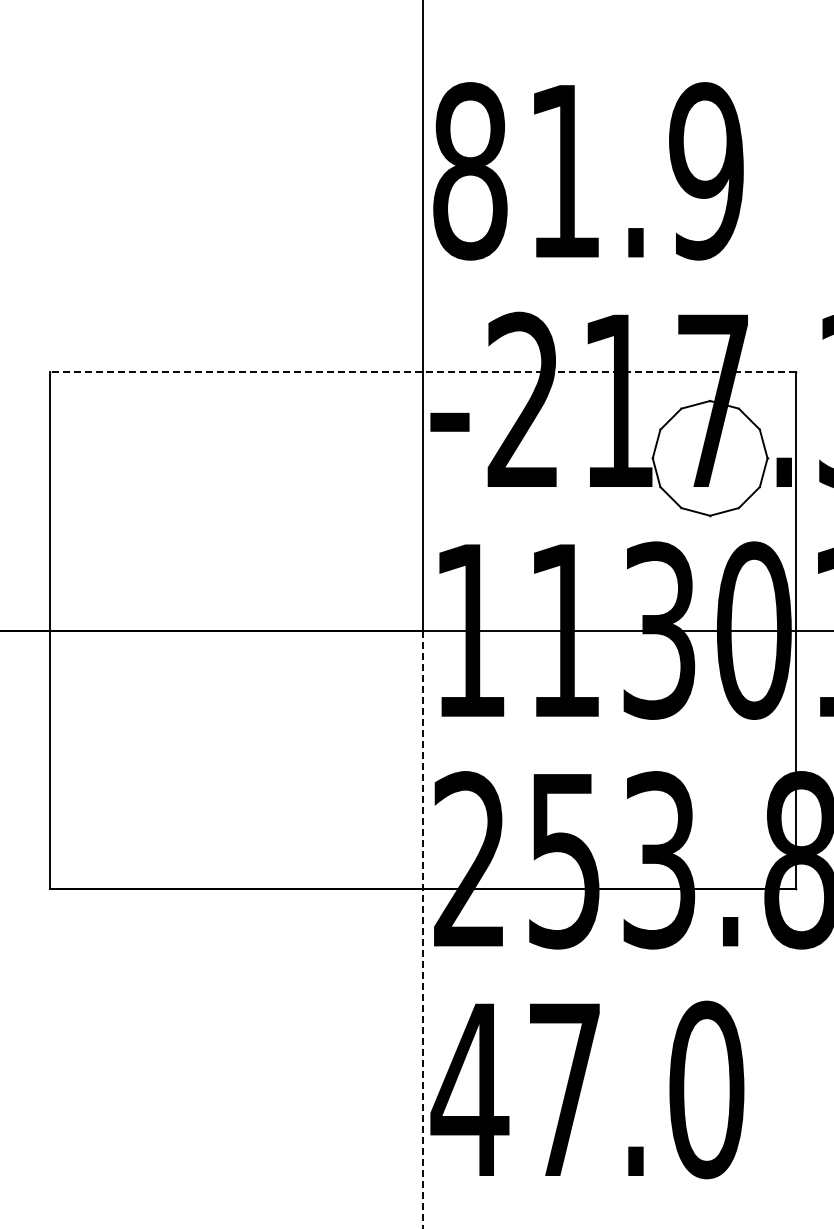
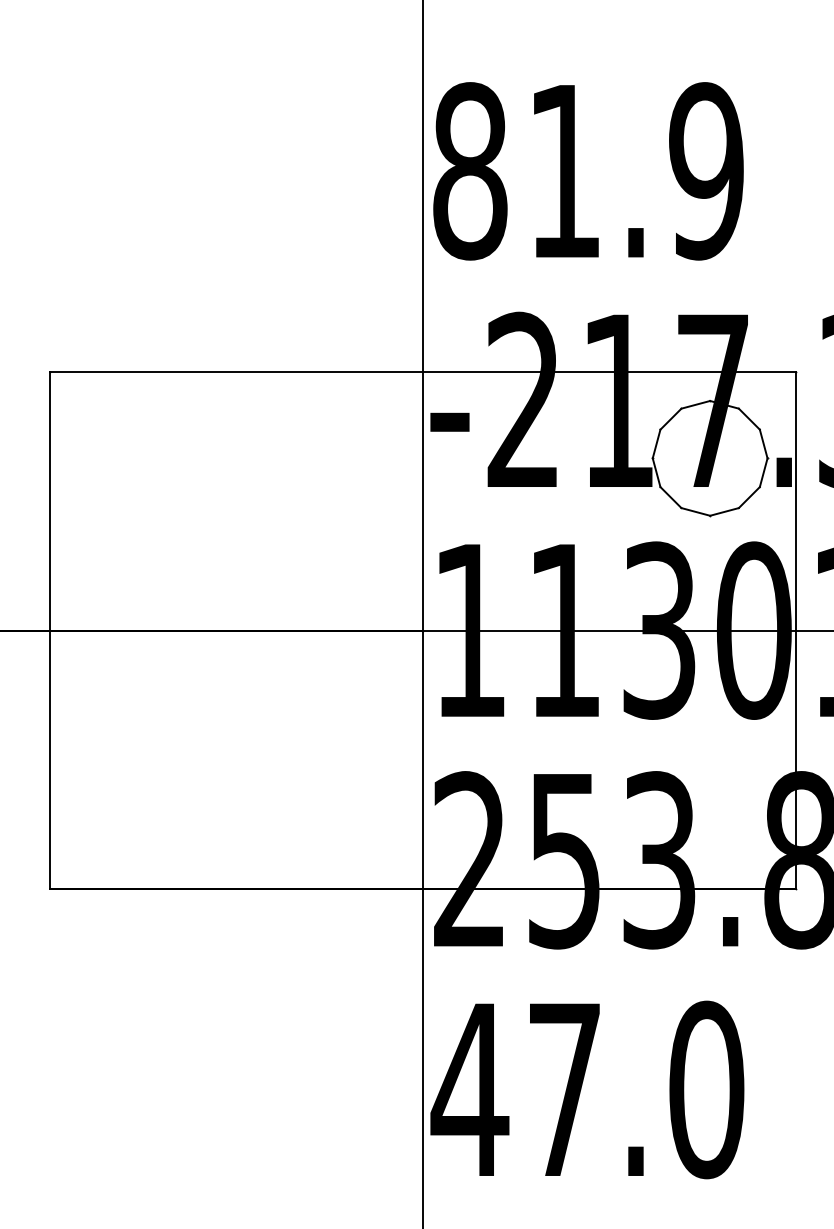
line at (422, 372): dashed -> solid
line at (423, 929): dashed -> solid
